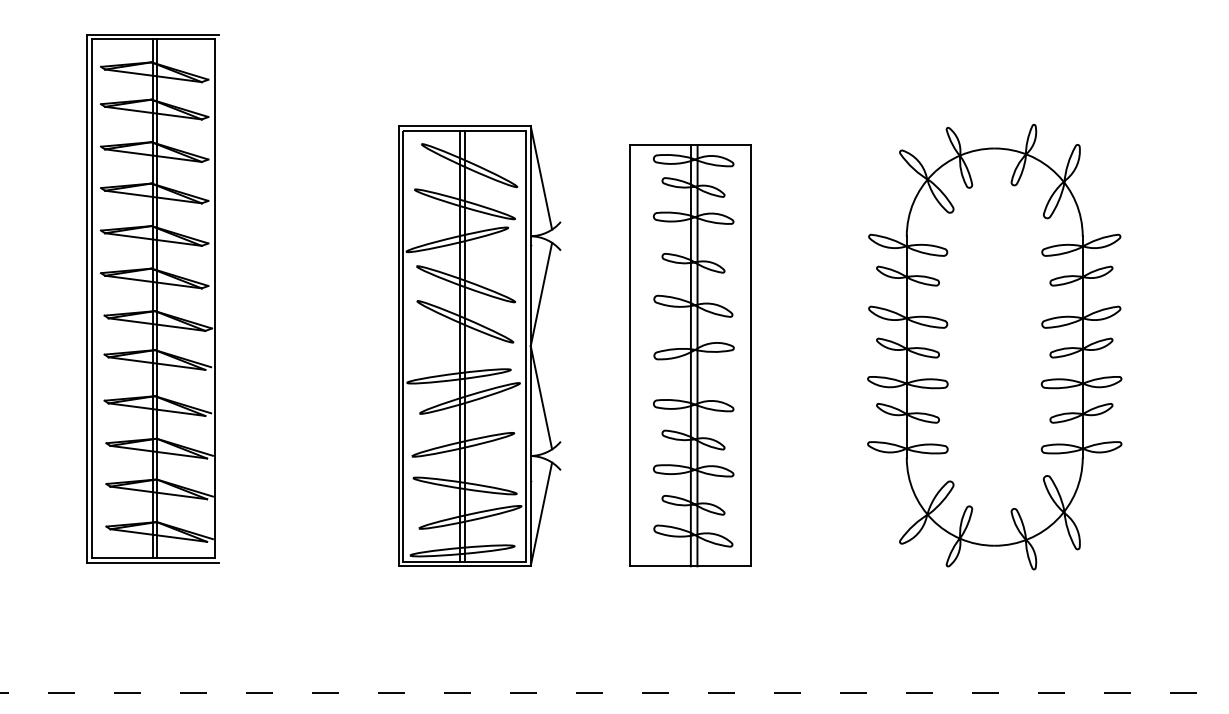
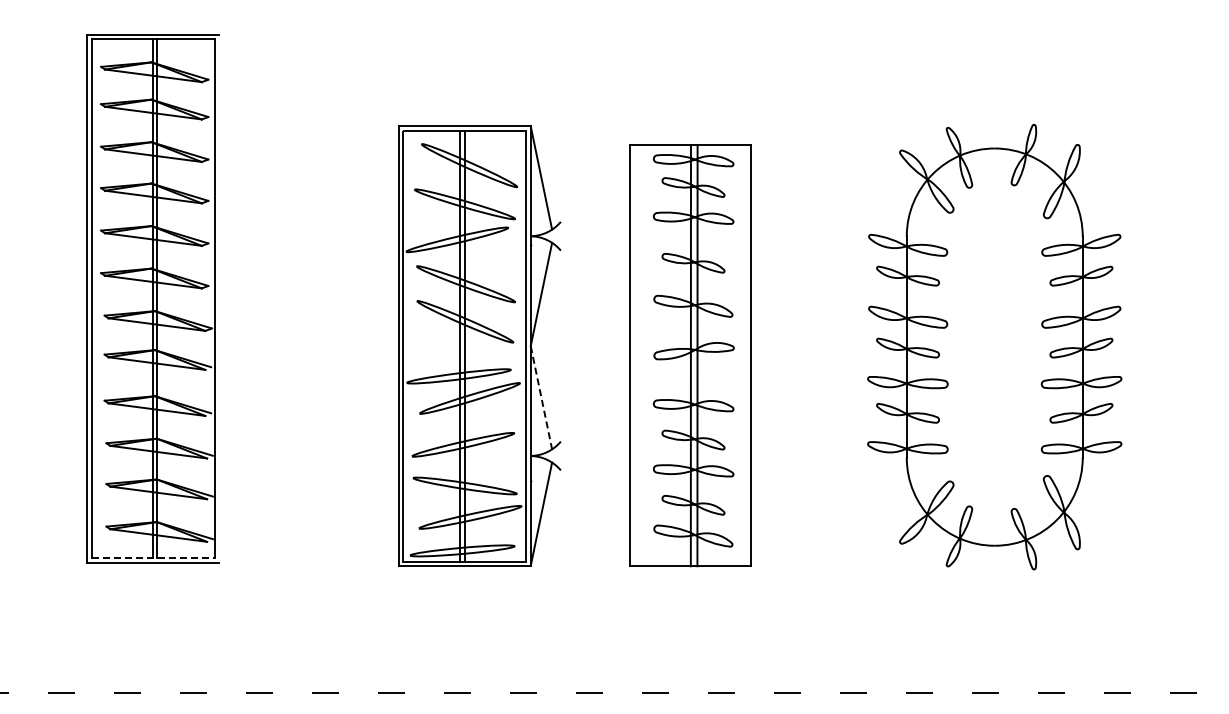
line at (541, 397): solid -> dashed
line at (153, 558): solid -> dashed
